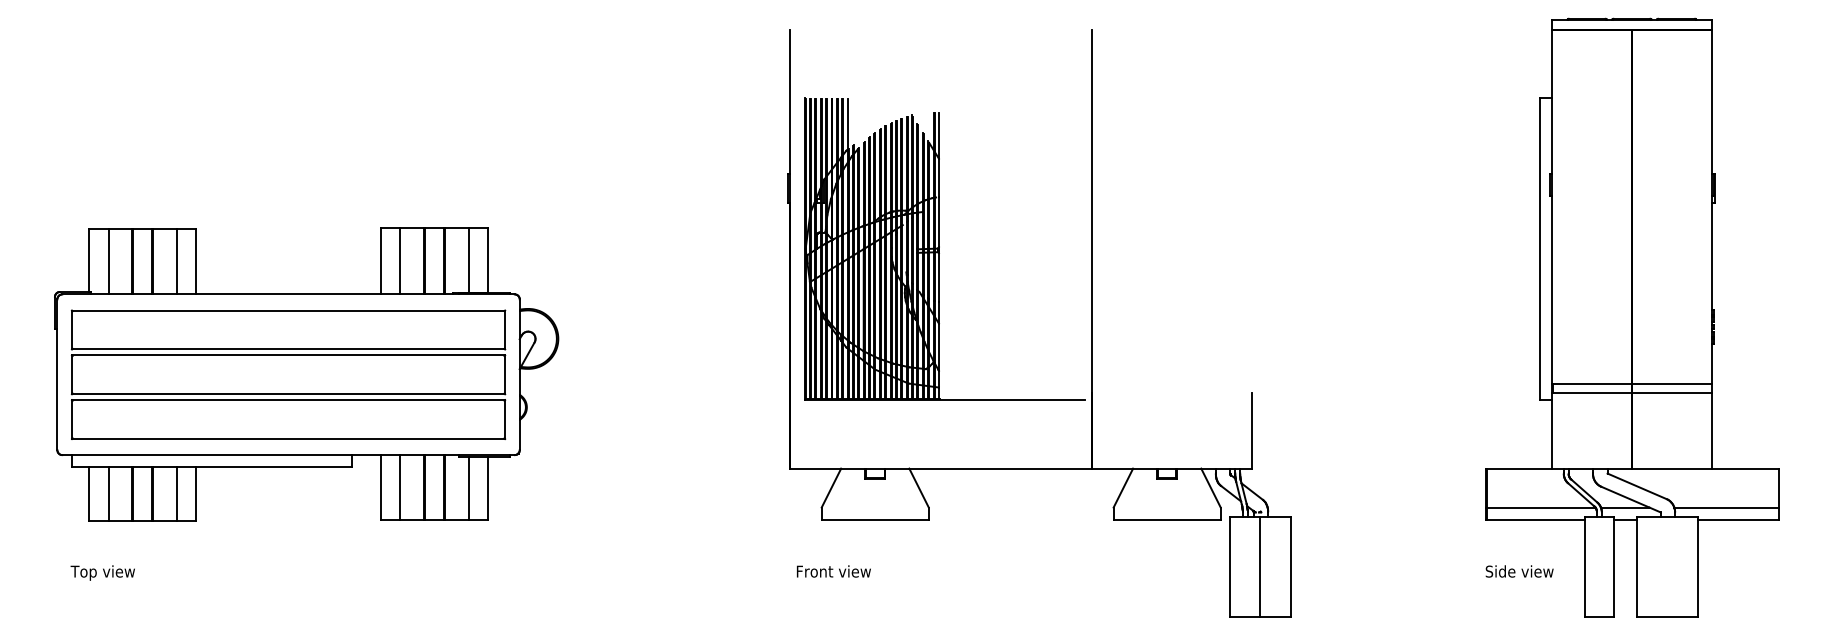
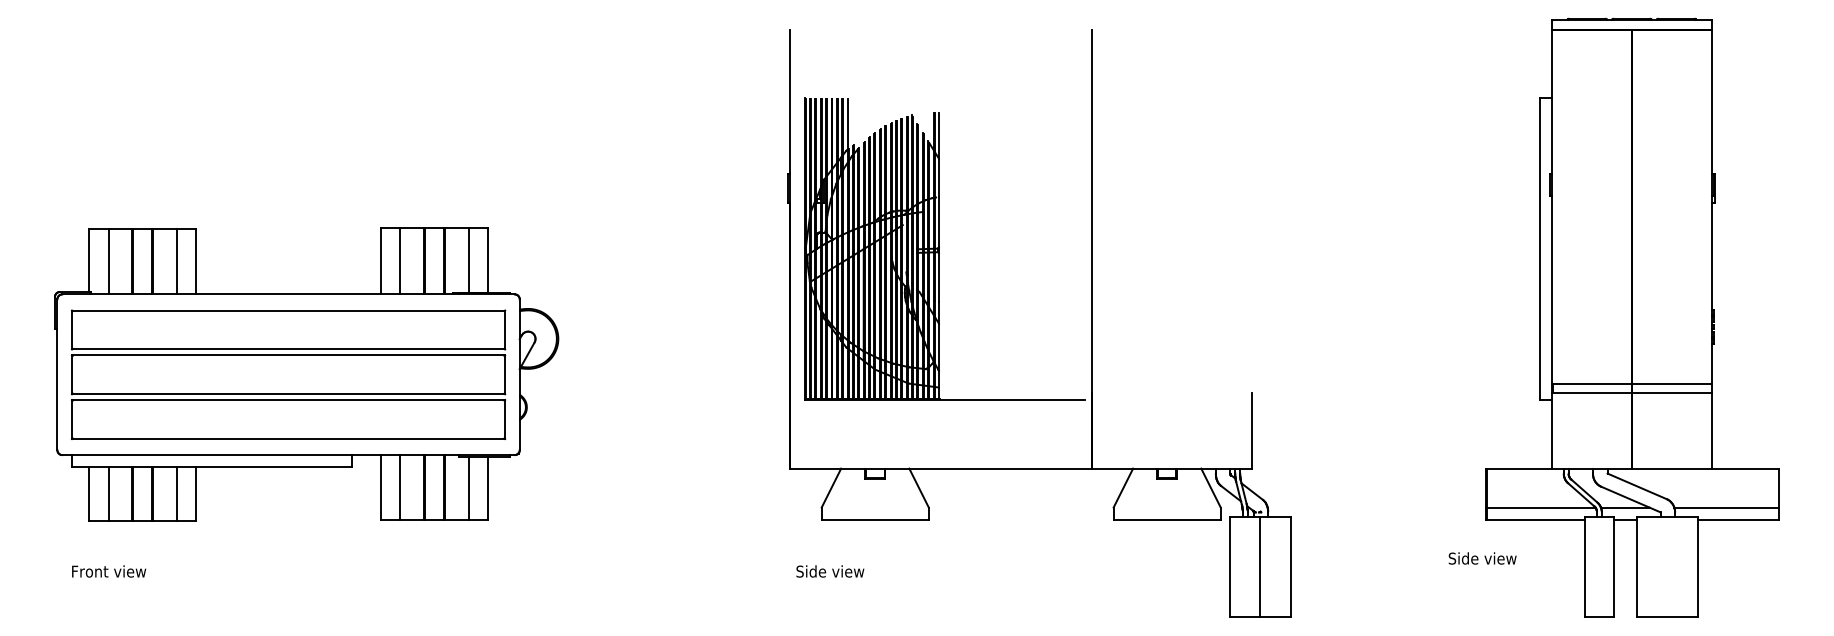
text at (833, 571): Front view -> Side view
text at (1519, 571) position: (1519, 571) -> (1482, 558)
text at (108, 572): Top view -> Front view
